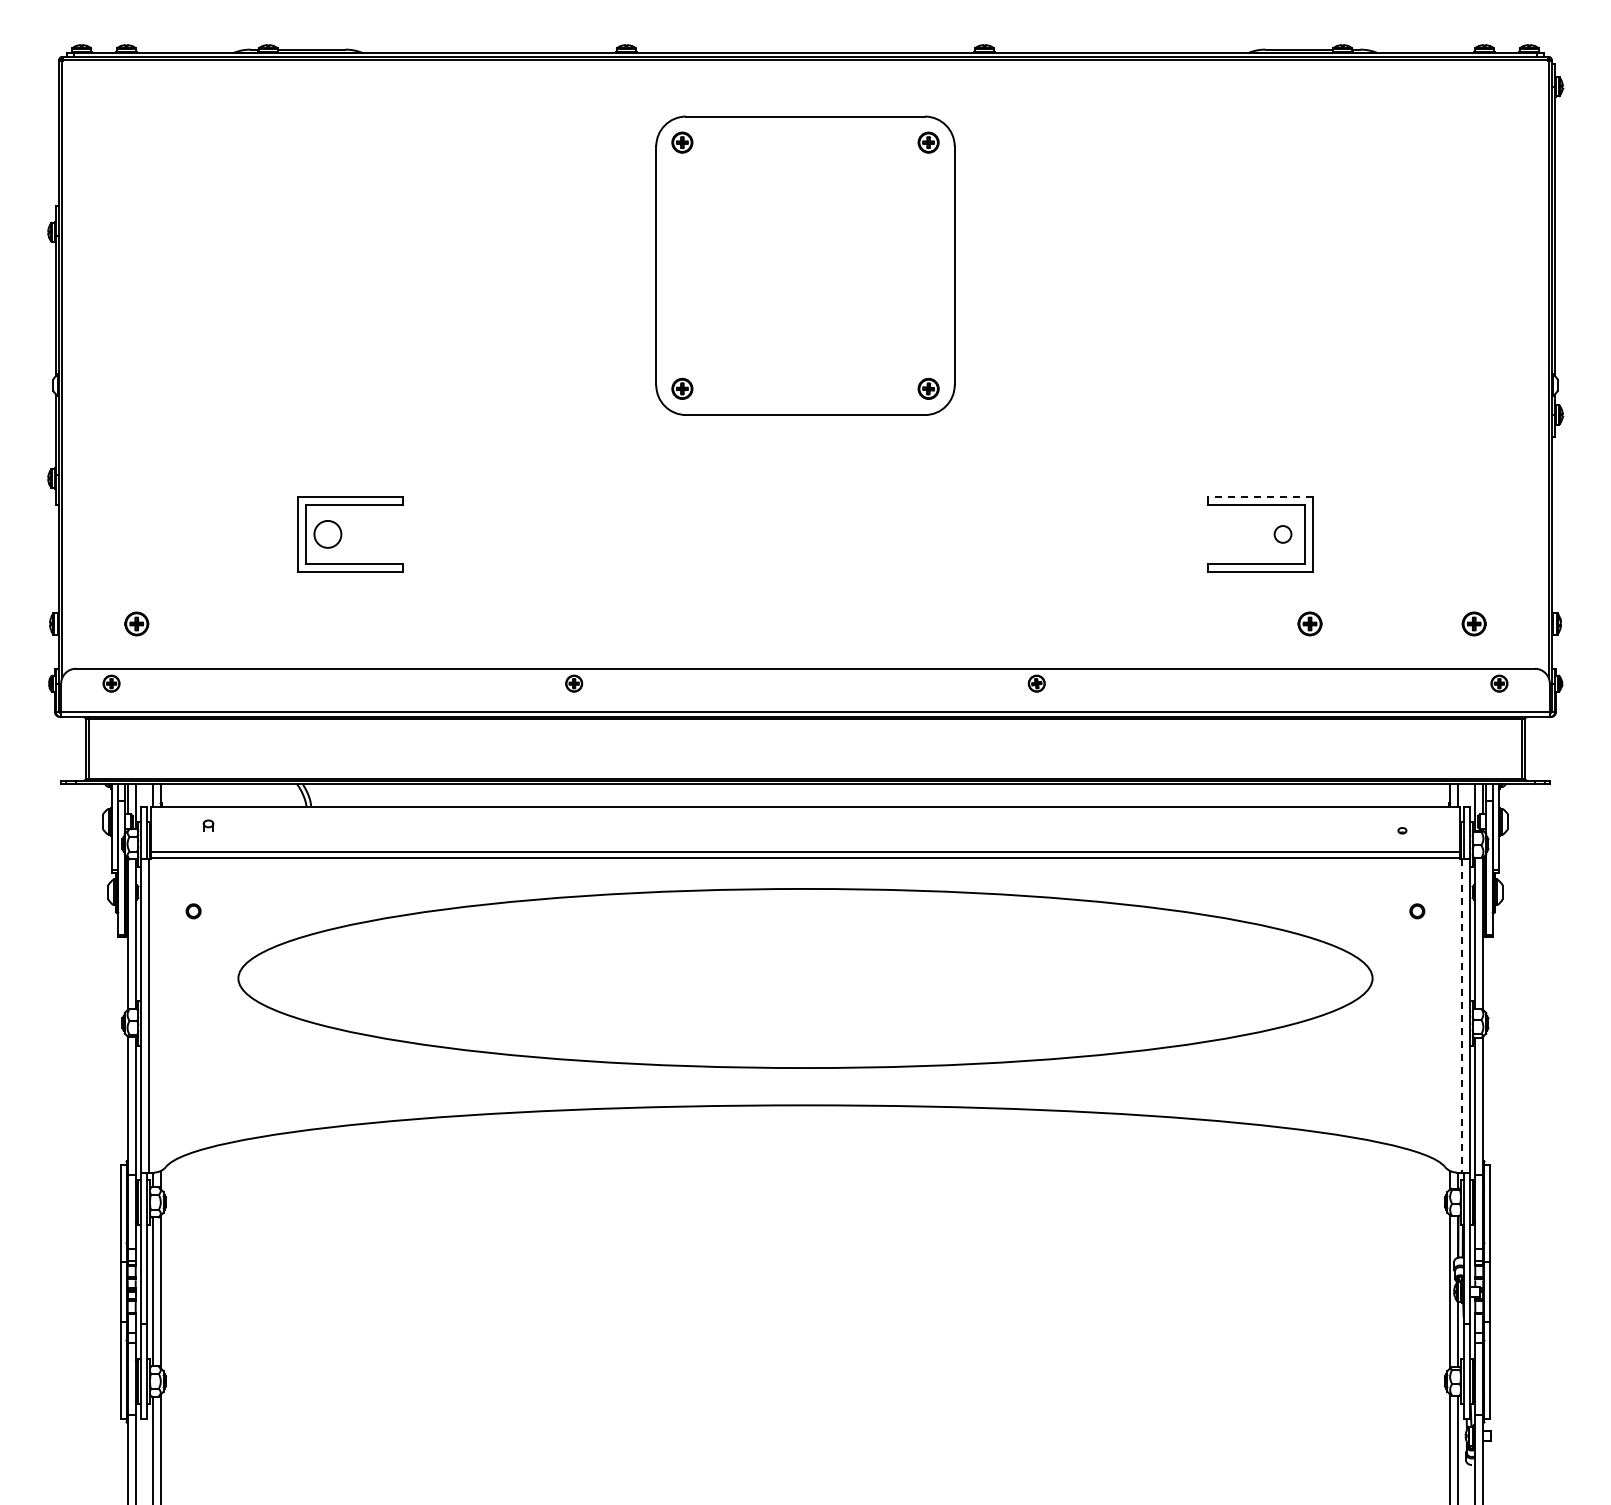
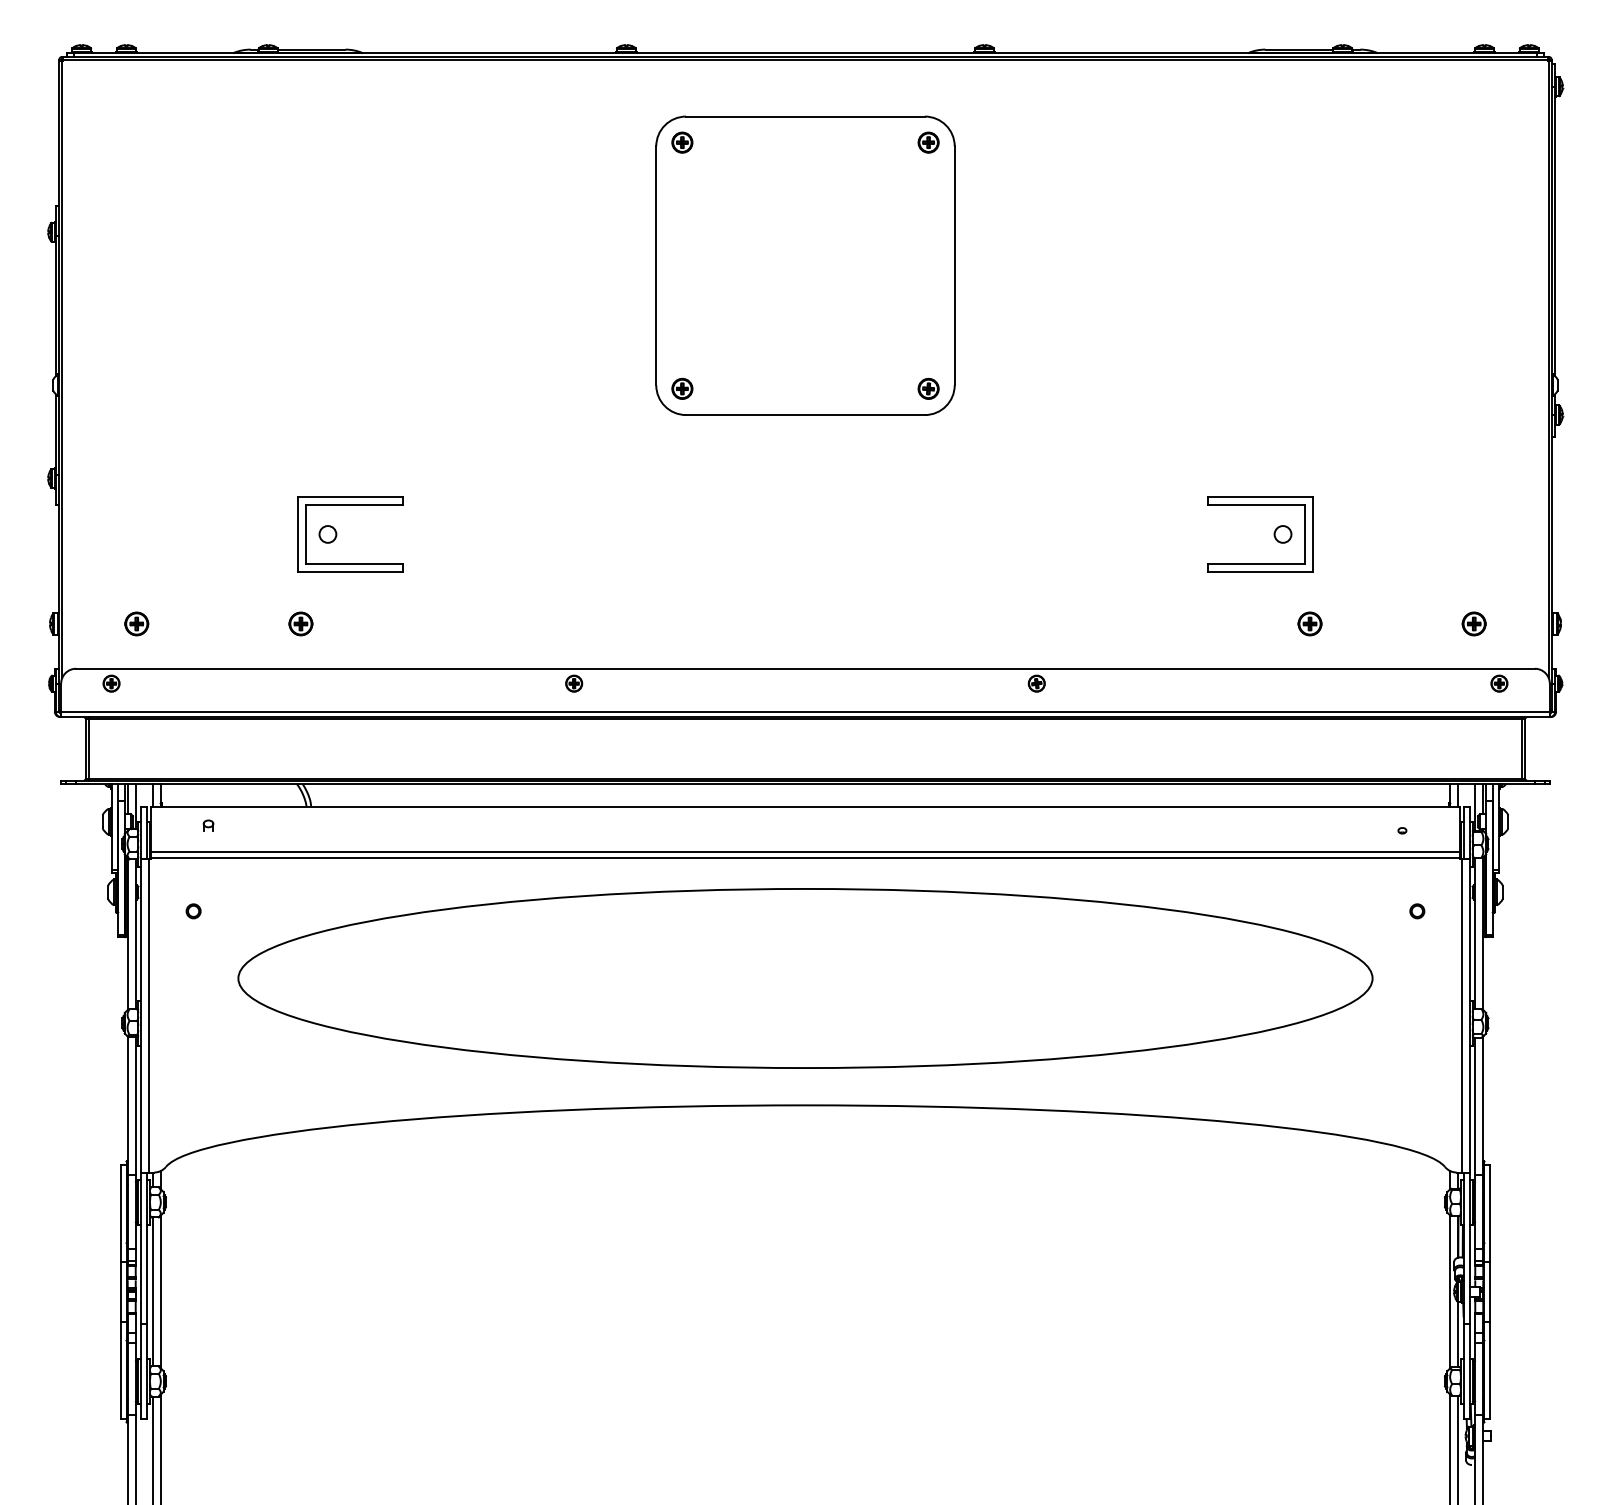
line at (1260, 497): dashed -> solid
circle at (327, 534) size: 30x29 px -> 20x19 px
part at (300, 623): none -> present
line at (1461, 1015): dashed -> solid
